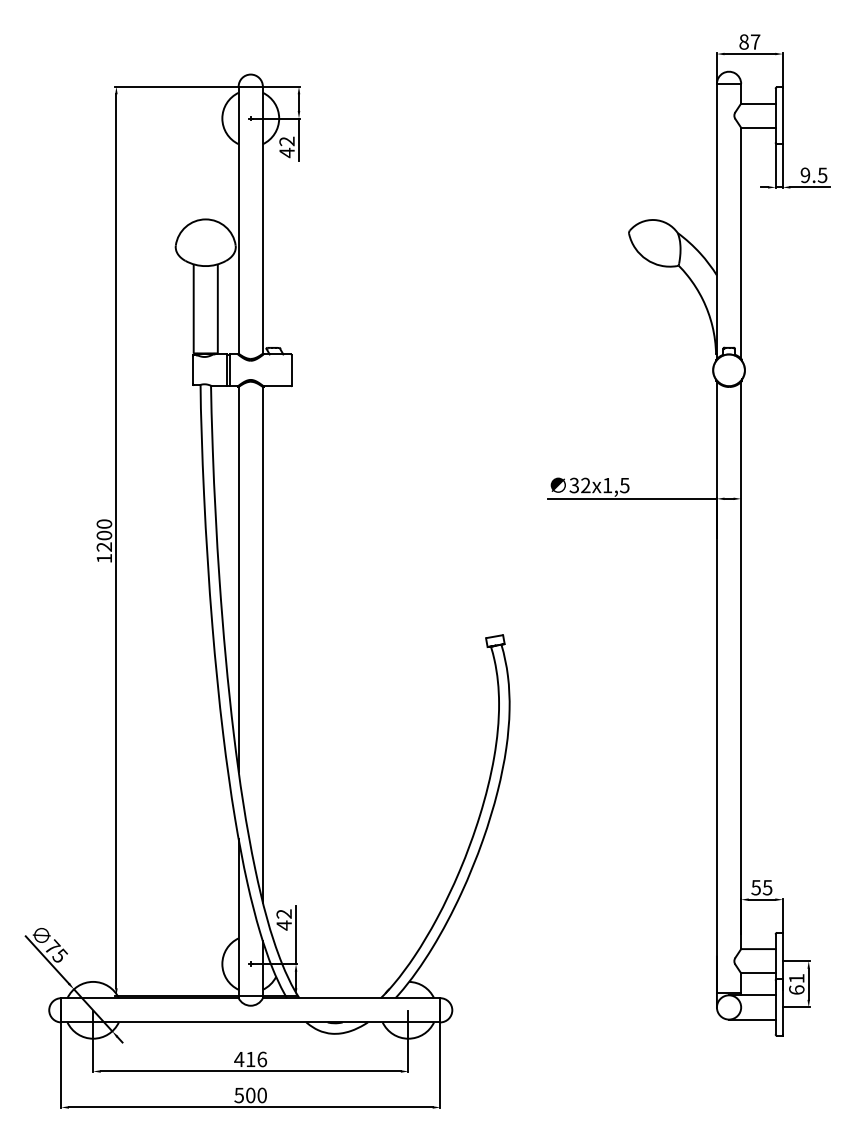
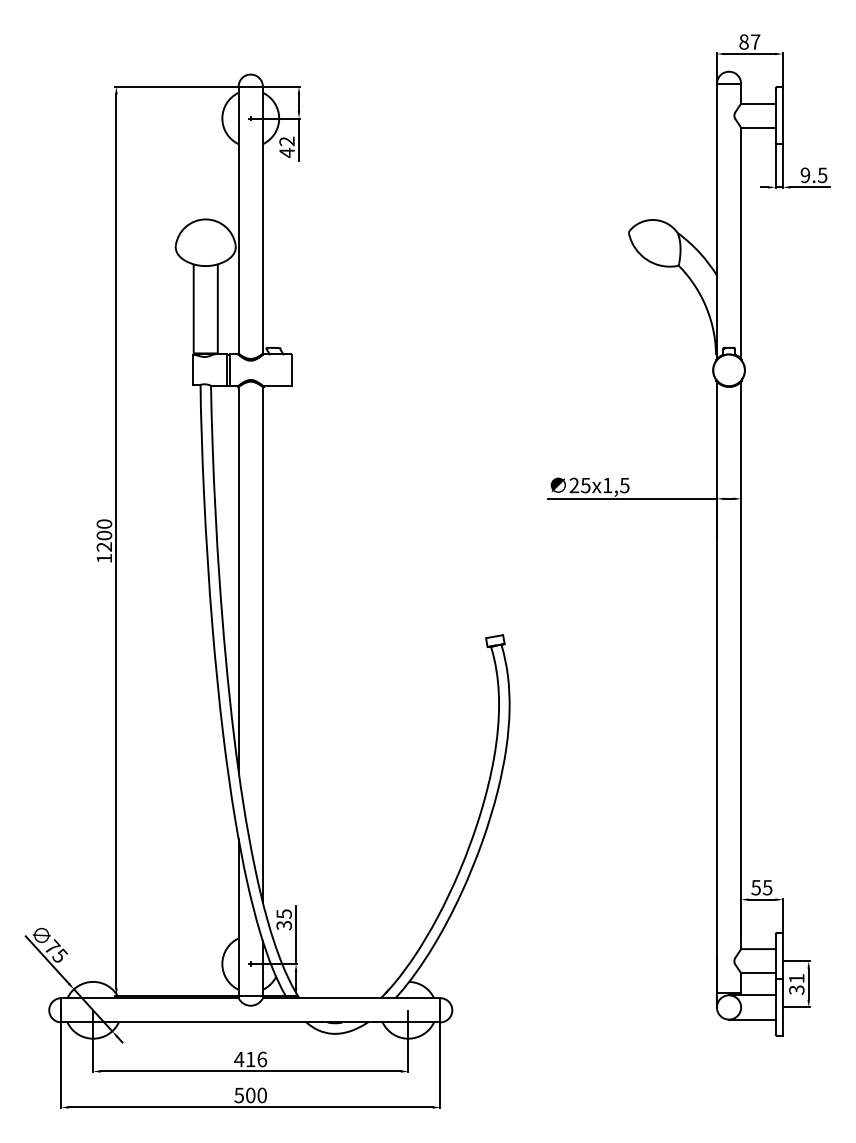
text at (579, 485): 32x1,5 -> 25x1,5
text at (283, 919): 42 -> 35
text at (796, 989): 61 -> 31
